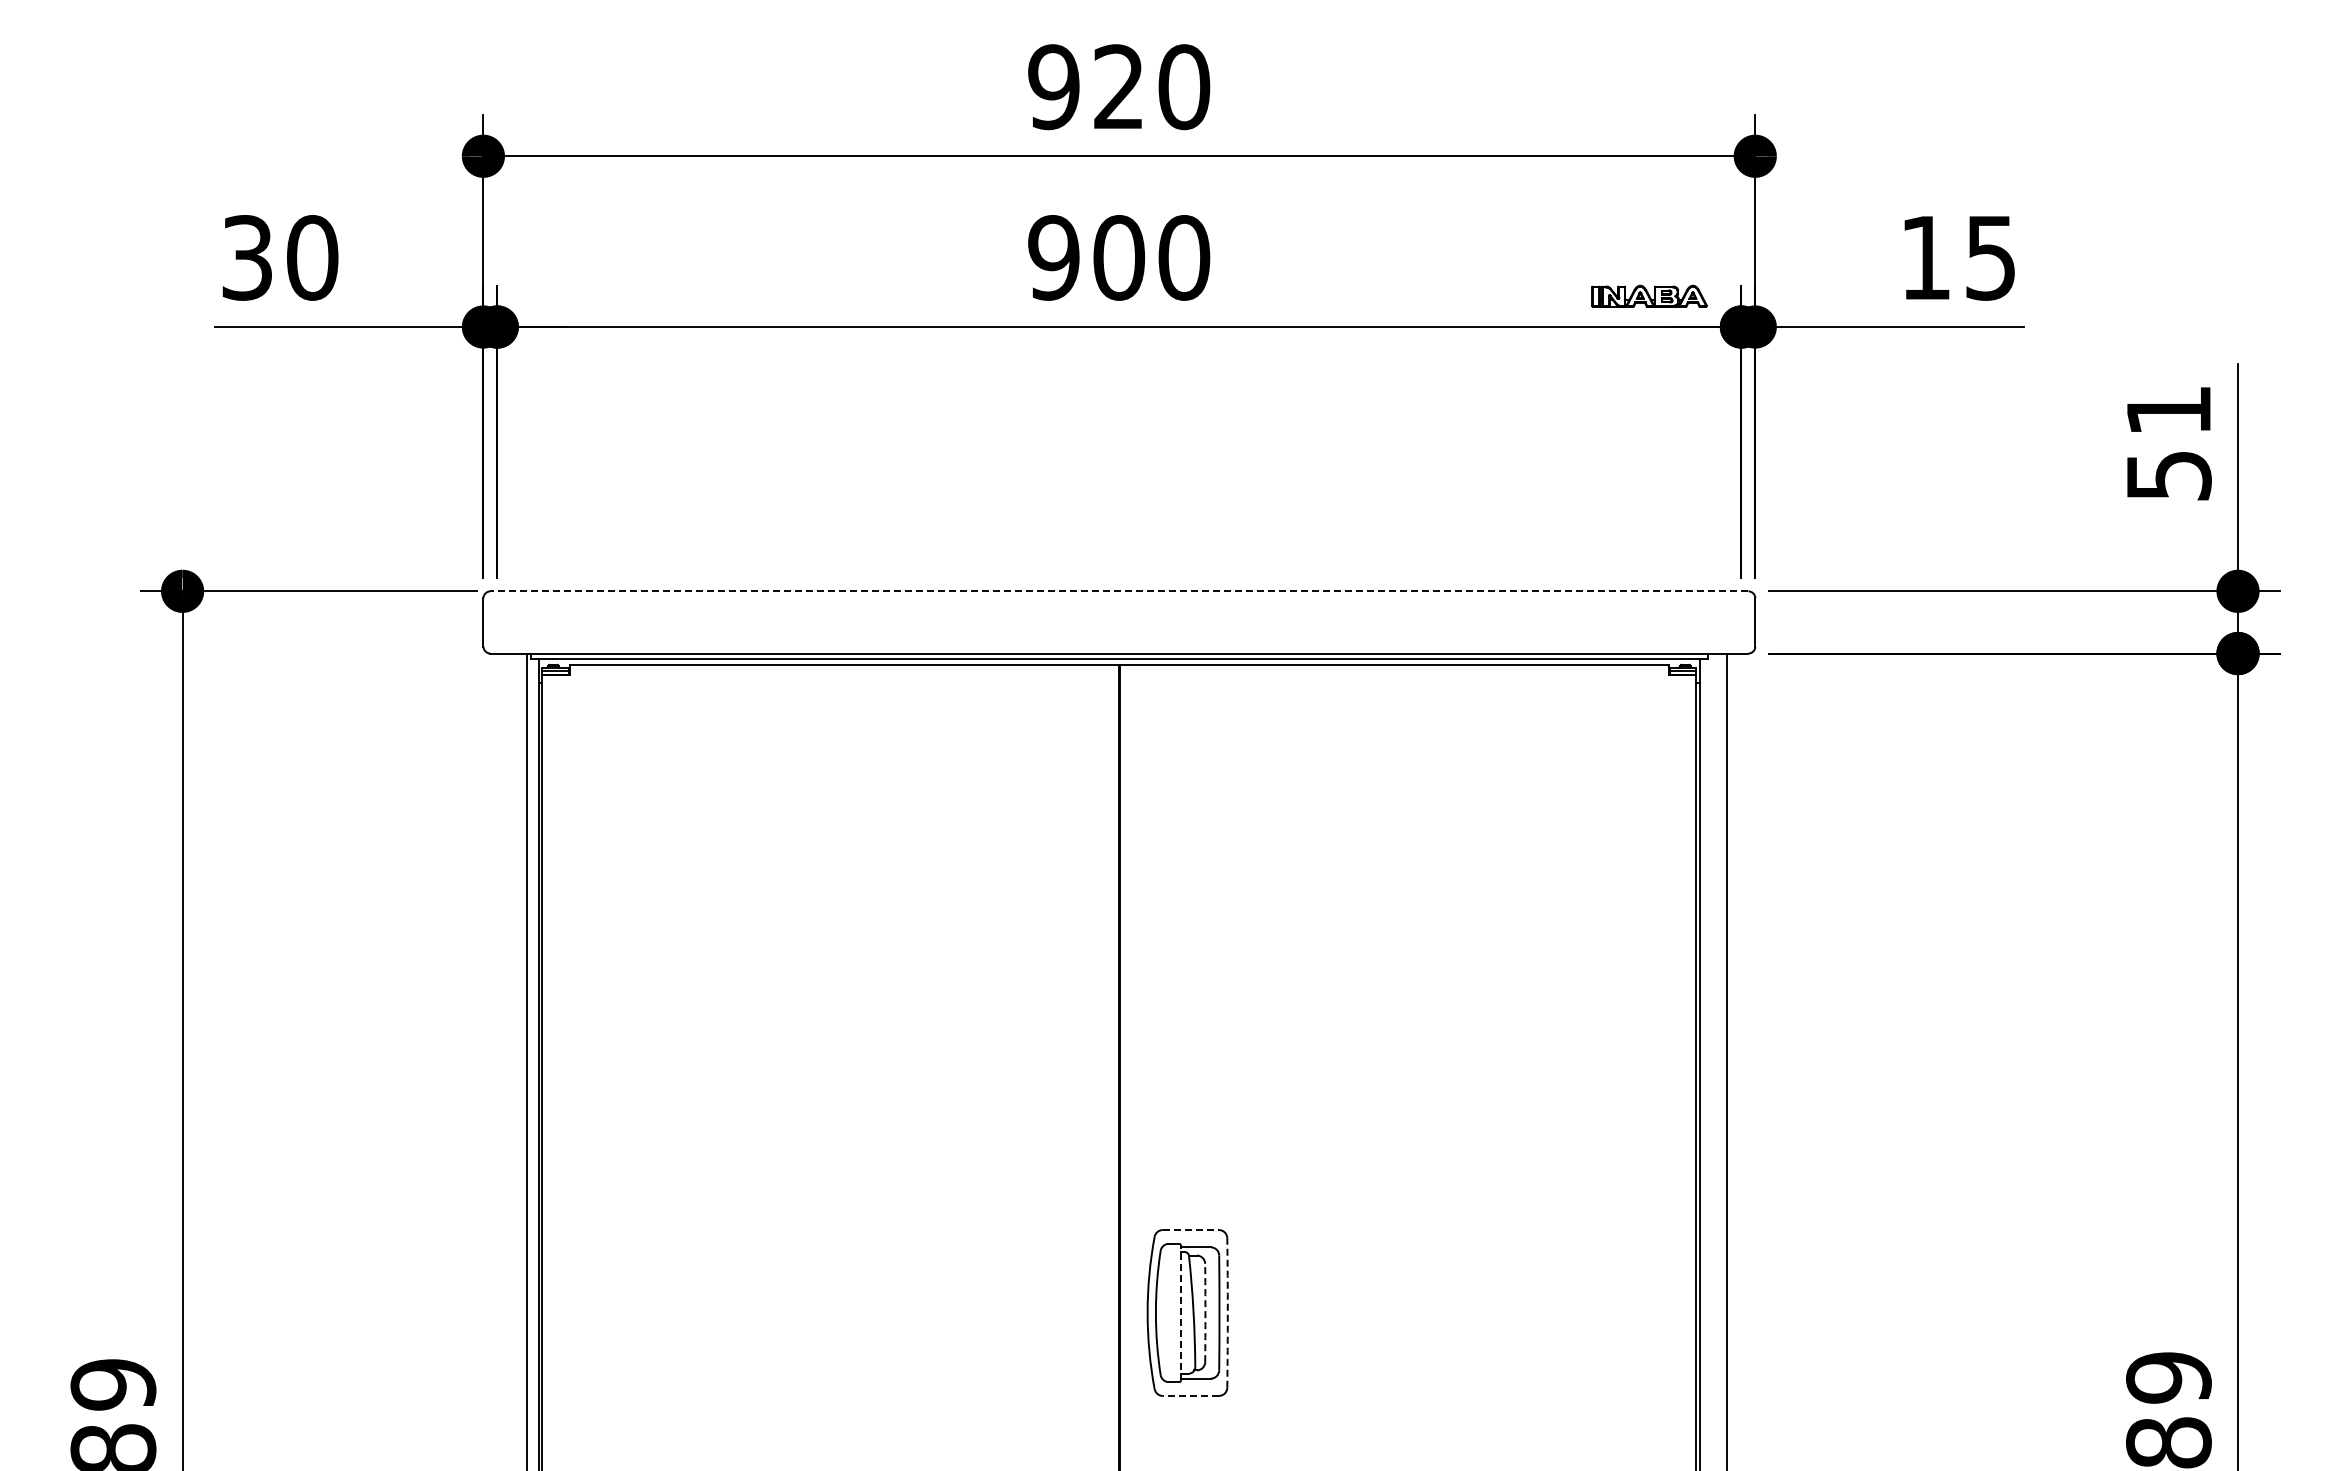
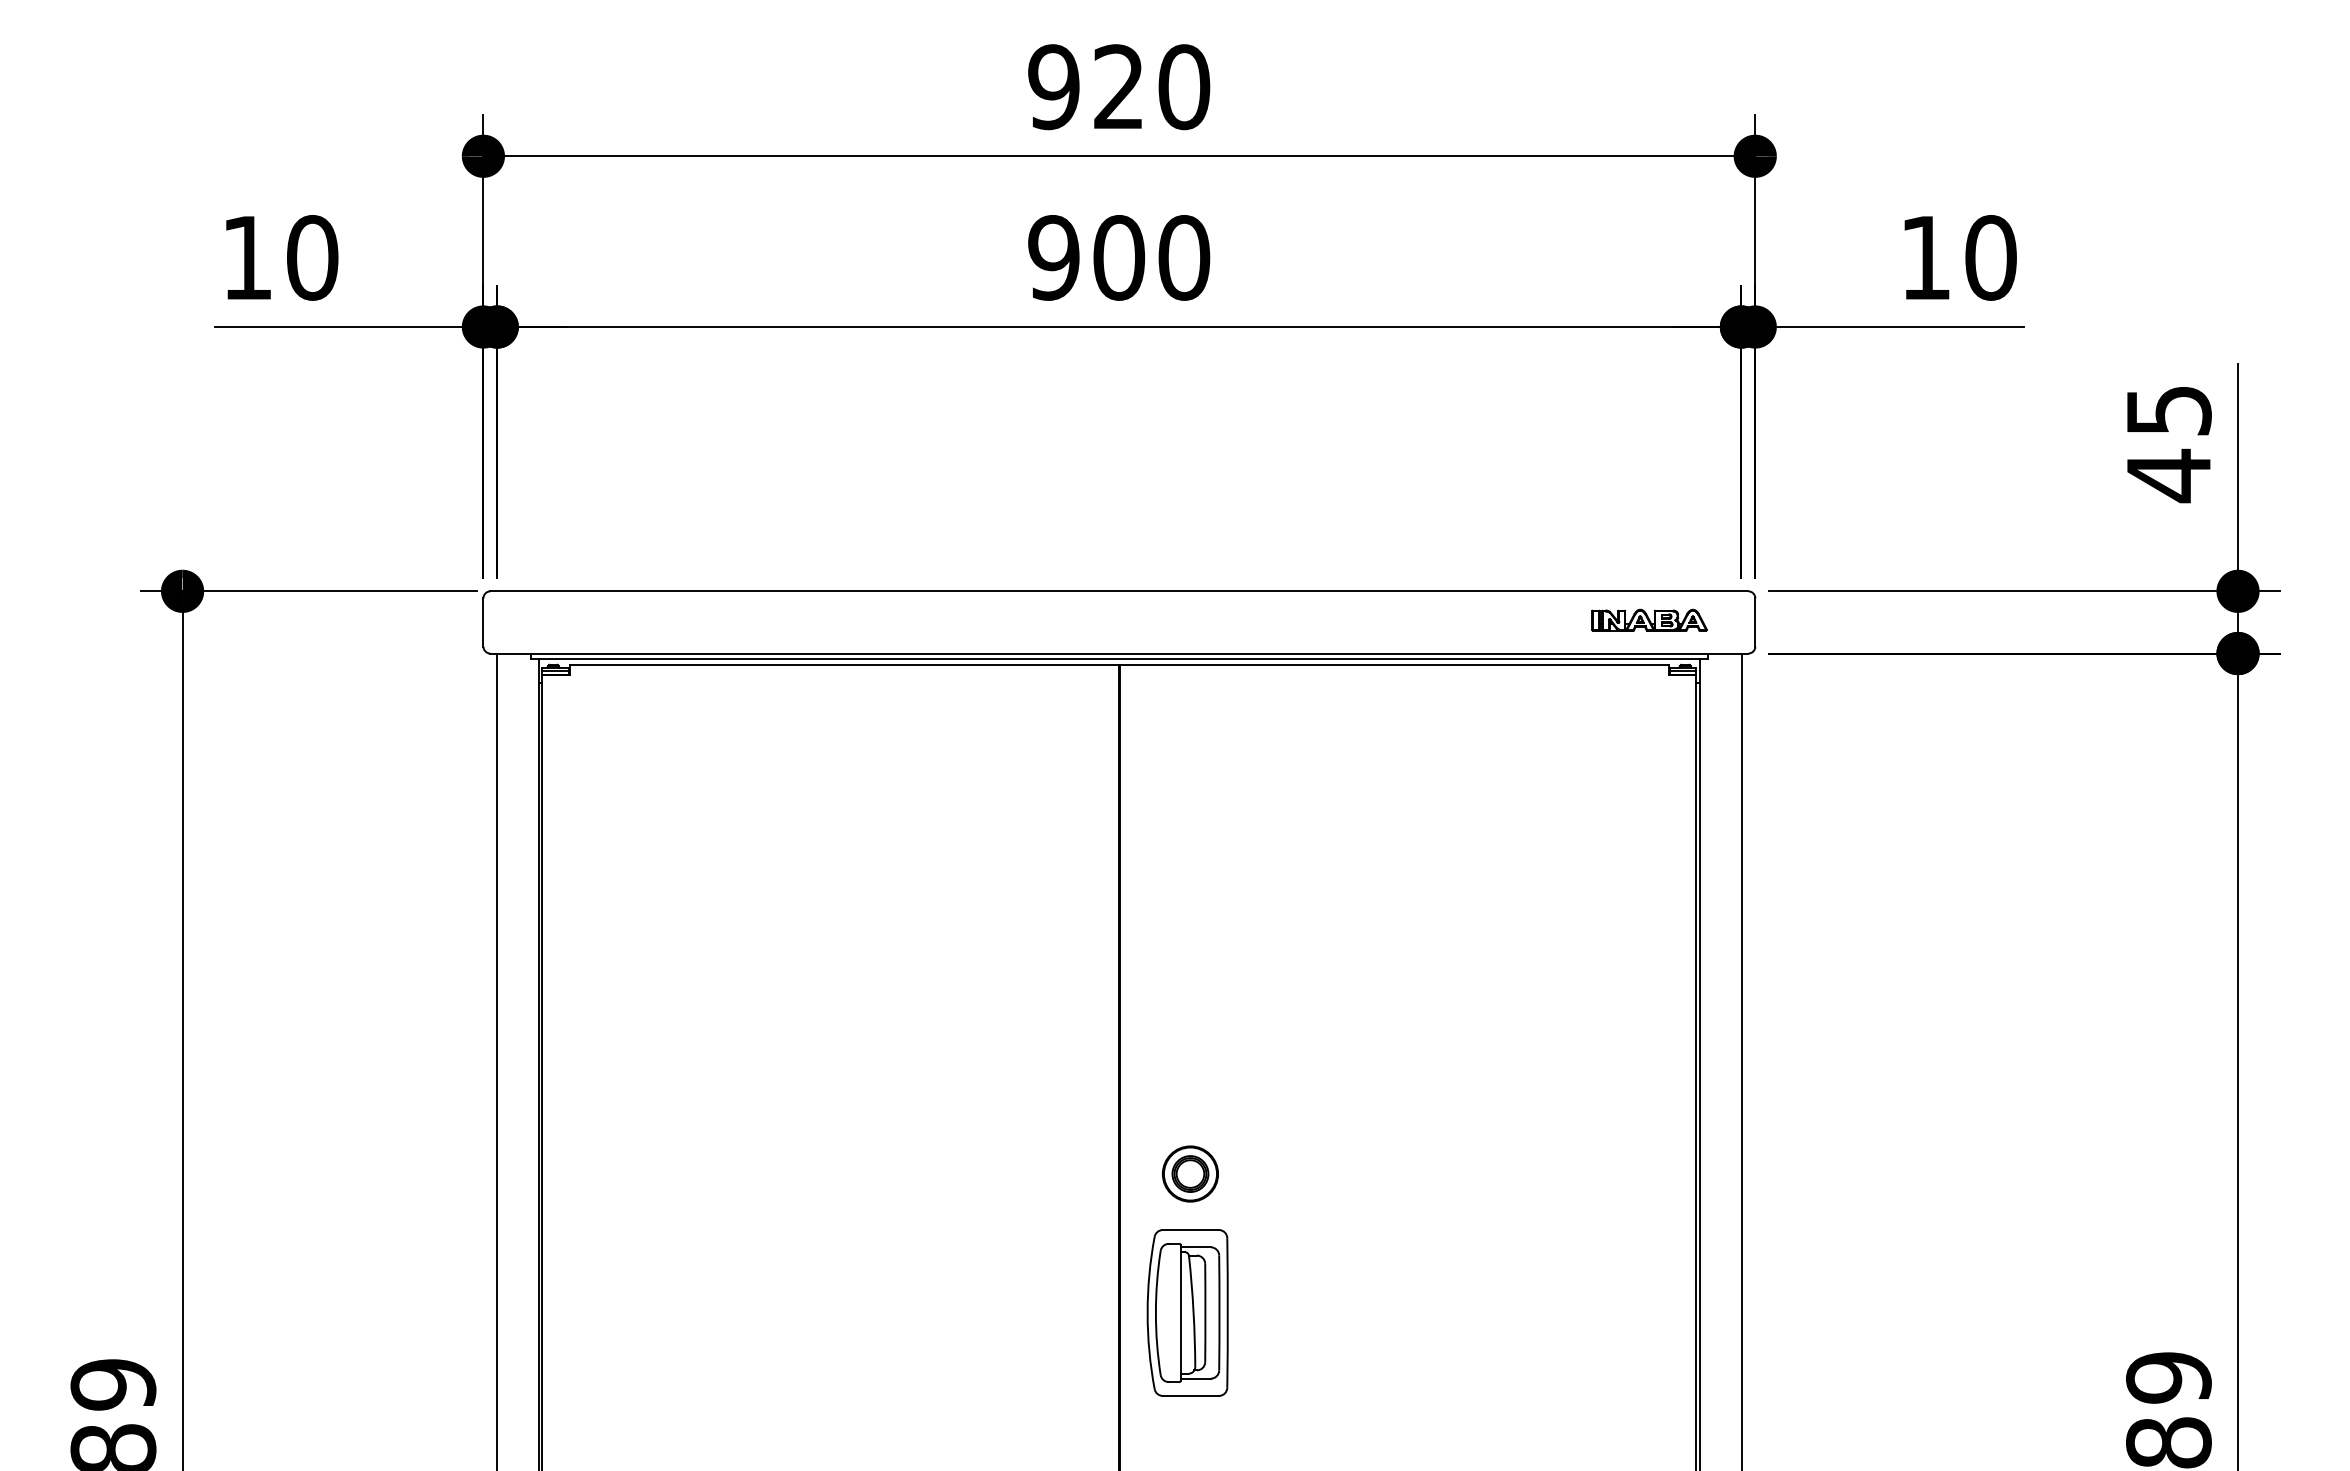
text at (246, 257): 30 -> 10
text at (1990, 257): 15 -> 10
part at (1649, 295) position: (1649, 295) -> (1649, 619)
text at (2169, 445): 51 -> 45
line at (1118, 591): dashed -> solid
line at (527, 1060) position: (527, 1060) -> (497, 1060)
line at (1726, 1060) position: (1726, 1060) -> (1741, 1060)
part at (1190, 1173): none -> present
line at (1191, 1230): dashed -> solid
line at (1180, 1312): dashed -> solid
arc at (1205, 1312): dashed -> solid
arc at (1227, 1312): dashed -> solid
line at (1190, 1395): dashed -> solid
